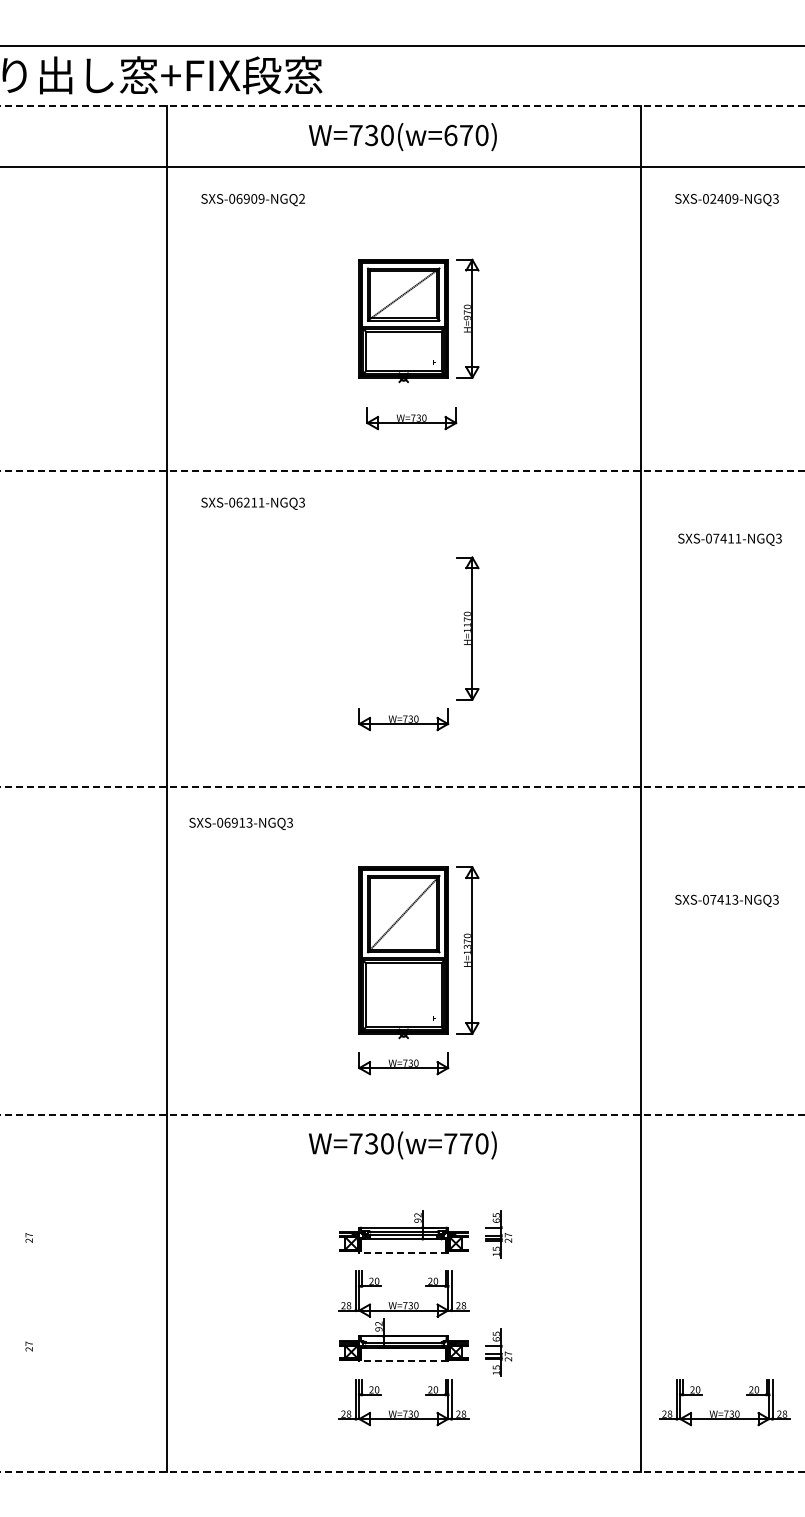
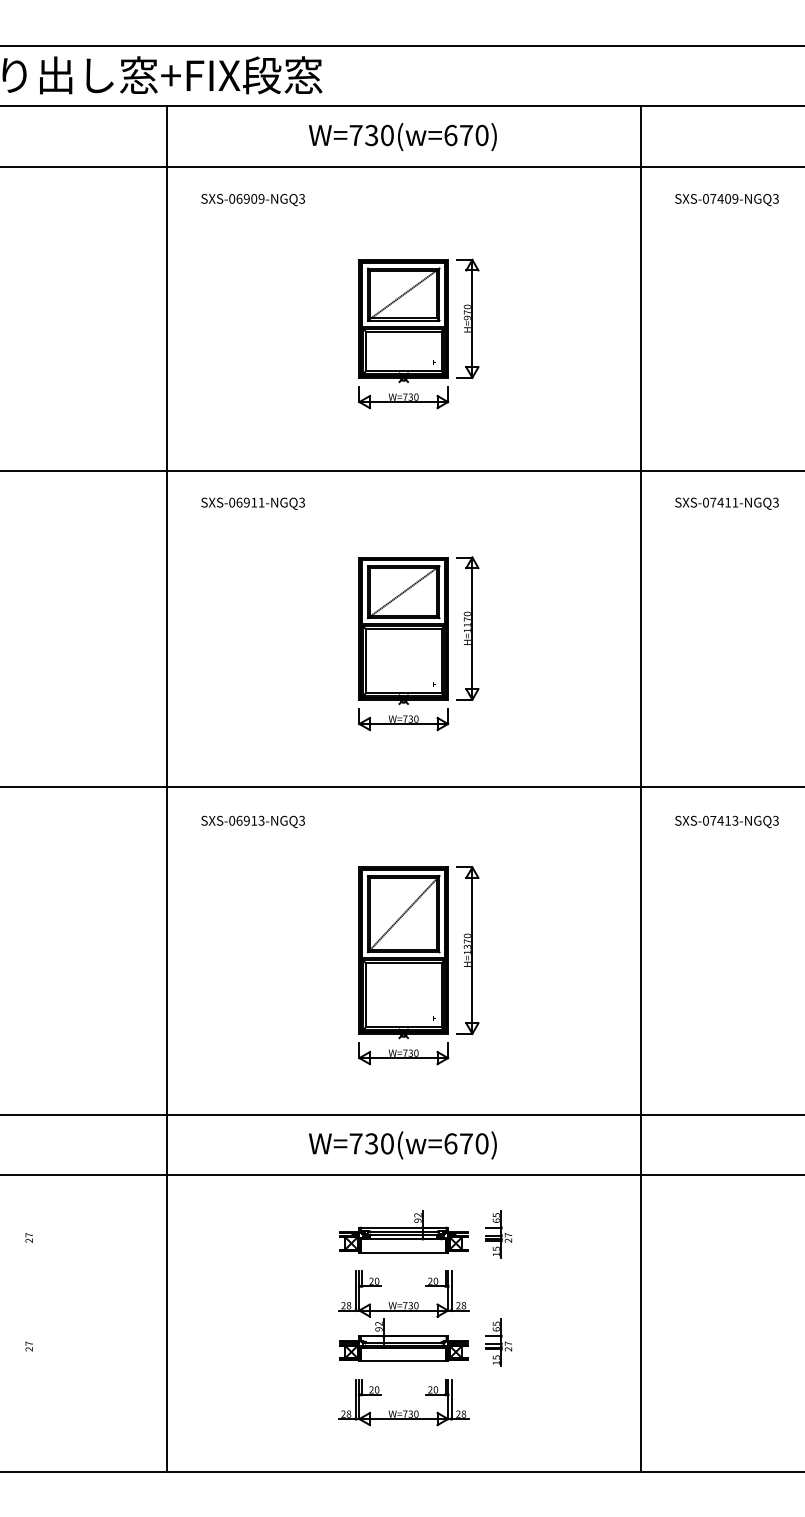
line at (402, 106): dashed -> solid
text at (713, 198): SXS-02409-NGQ3 -> SXS-07409-NGQ3
text at (302, 199): SXS-06909-NGQ2 -> SXS-06909-NGQ3
part at (411, 418) position: (411, 418) -> (403, 397)
line at (402, 470): dashed -> solid
text at (246, 502): SXS-06211-NGQ3 -> SXS-06911-NGQ3
text at (729, 539) position: (729, 539) -> (726, 503)
part at (403, 630): none -> present
line at (402, 786): dashed -> solid
text at (240, 823) position: (240, 823) -> (252, 821)
text at (726, 900) position: (726, 900) -> (726, 821)
part at (403, 1063) position: (403, 1063) -> (403, 1053)
line at (402, 1114): dashed -> solid
text at (450, 1143): W=730(w=770) -> W=730(w=670)
line at (401, 1175): none -> present
line at (403, 1252): dashed -> solid
part at (498, 1352) position: (498, 1352) -> (498, 1342)
line at (403, 1361): dashed -> solid
part at (724, 1410): present -> none
line at (402, 1471): dashed -> solid
